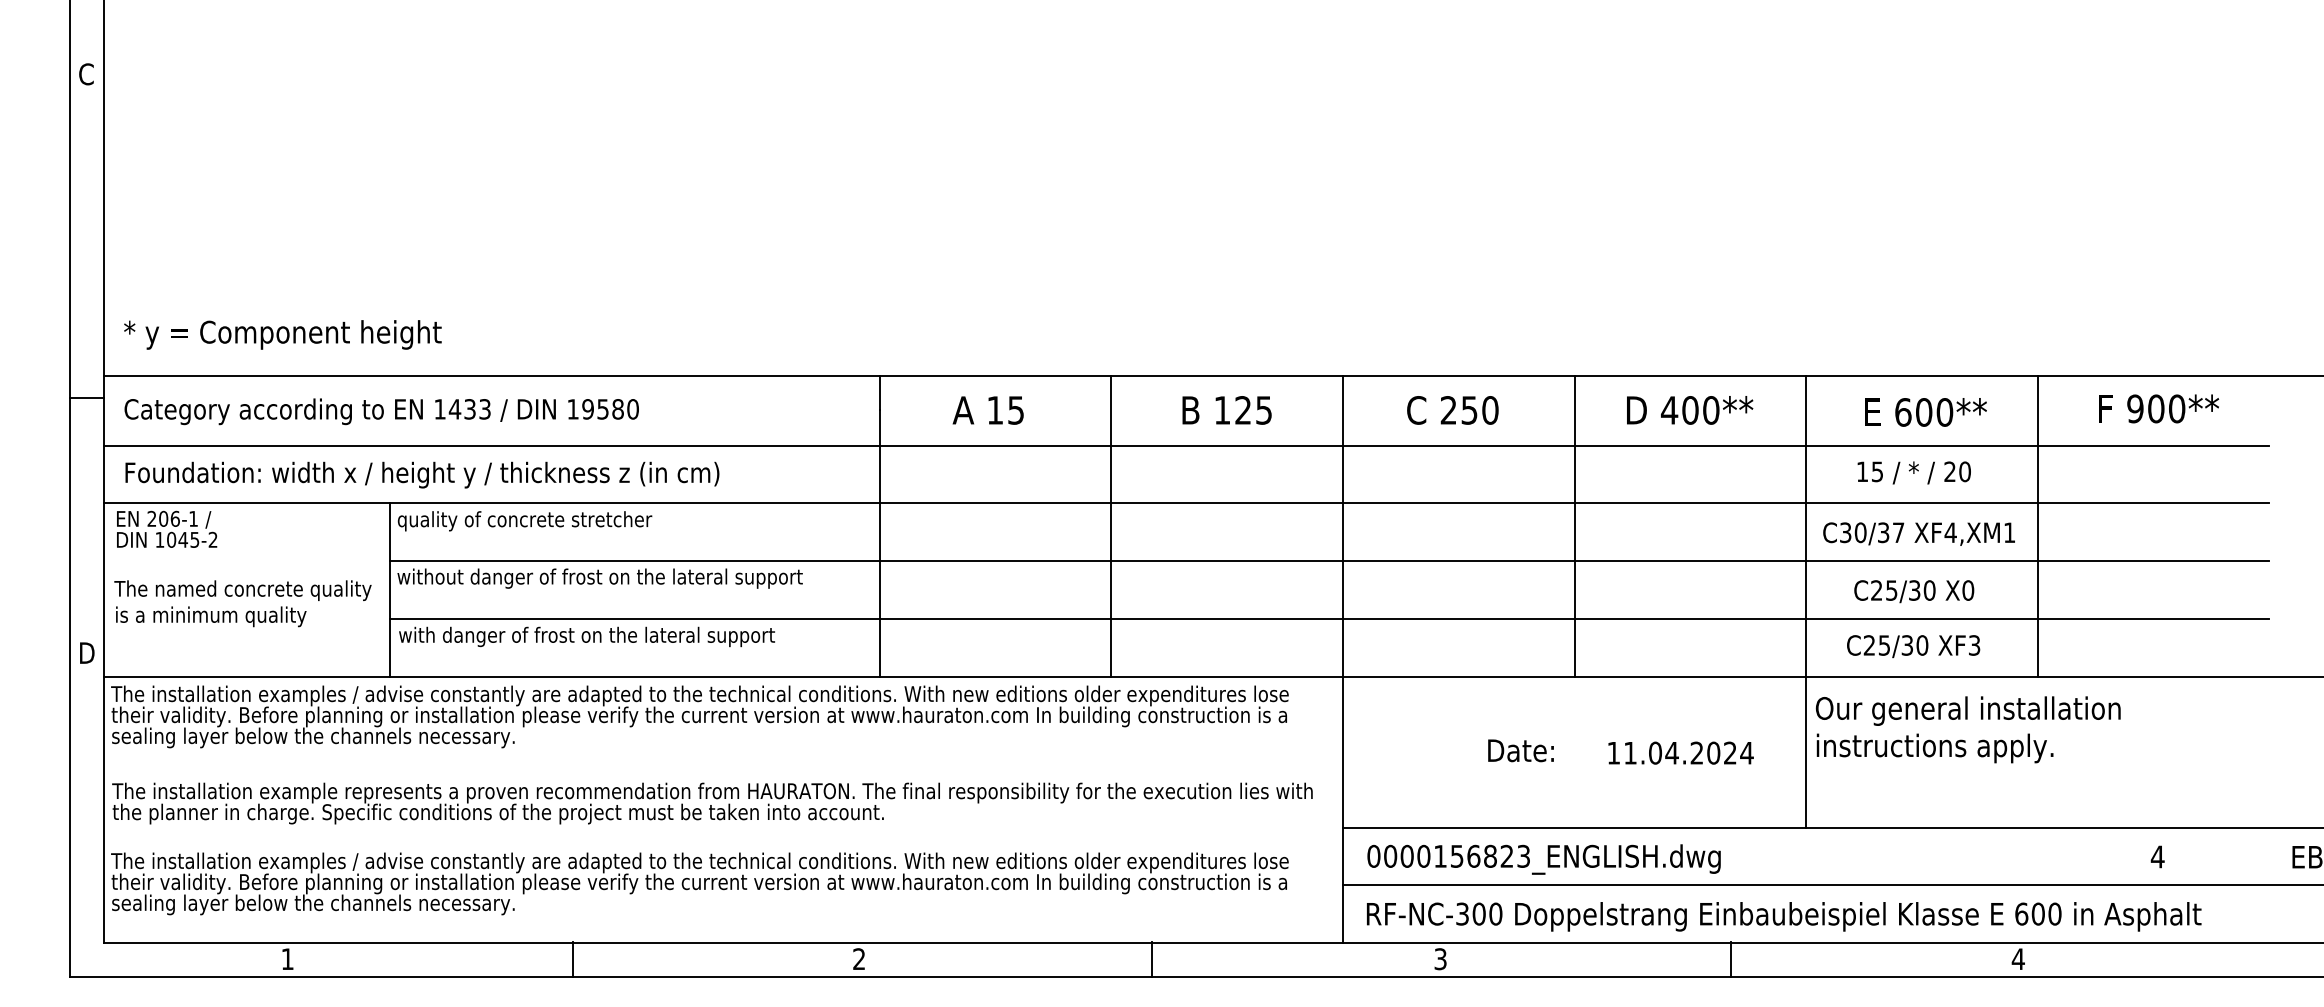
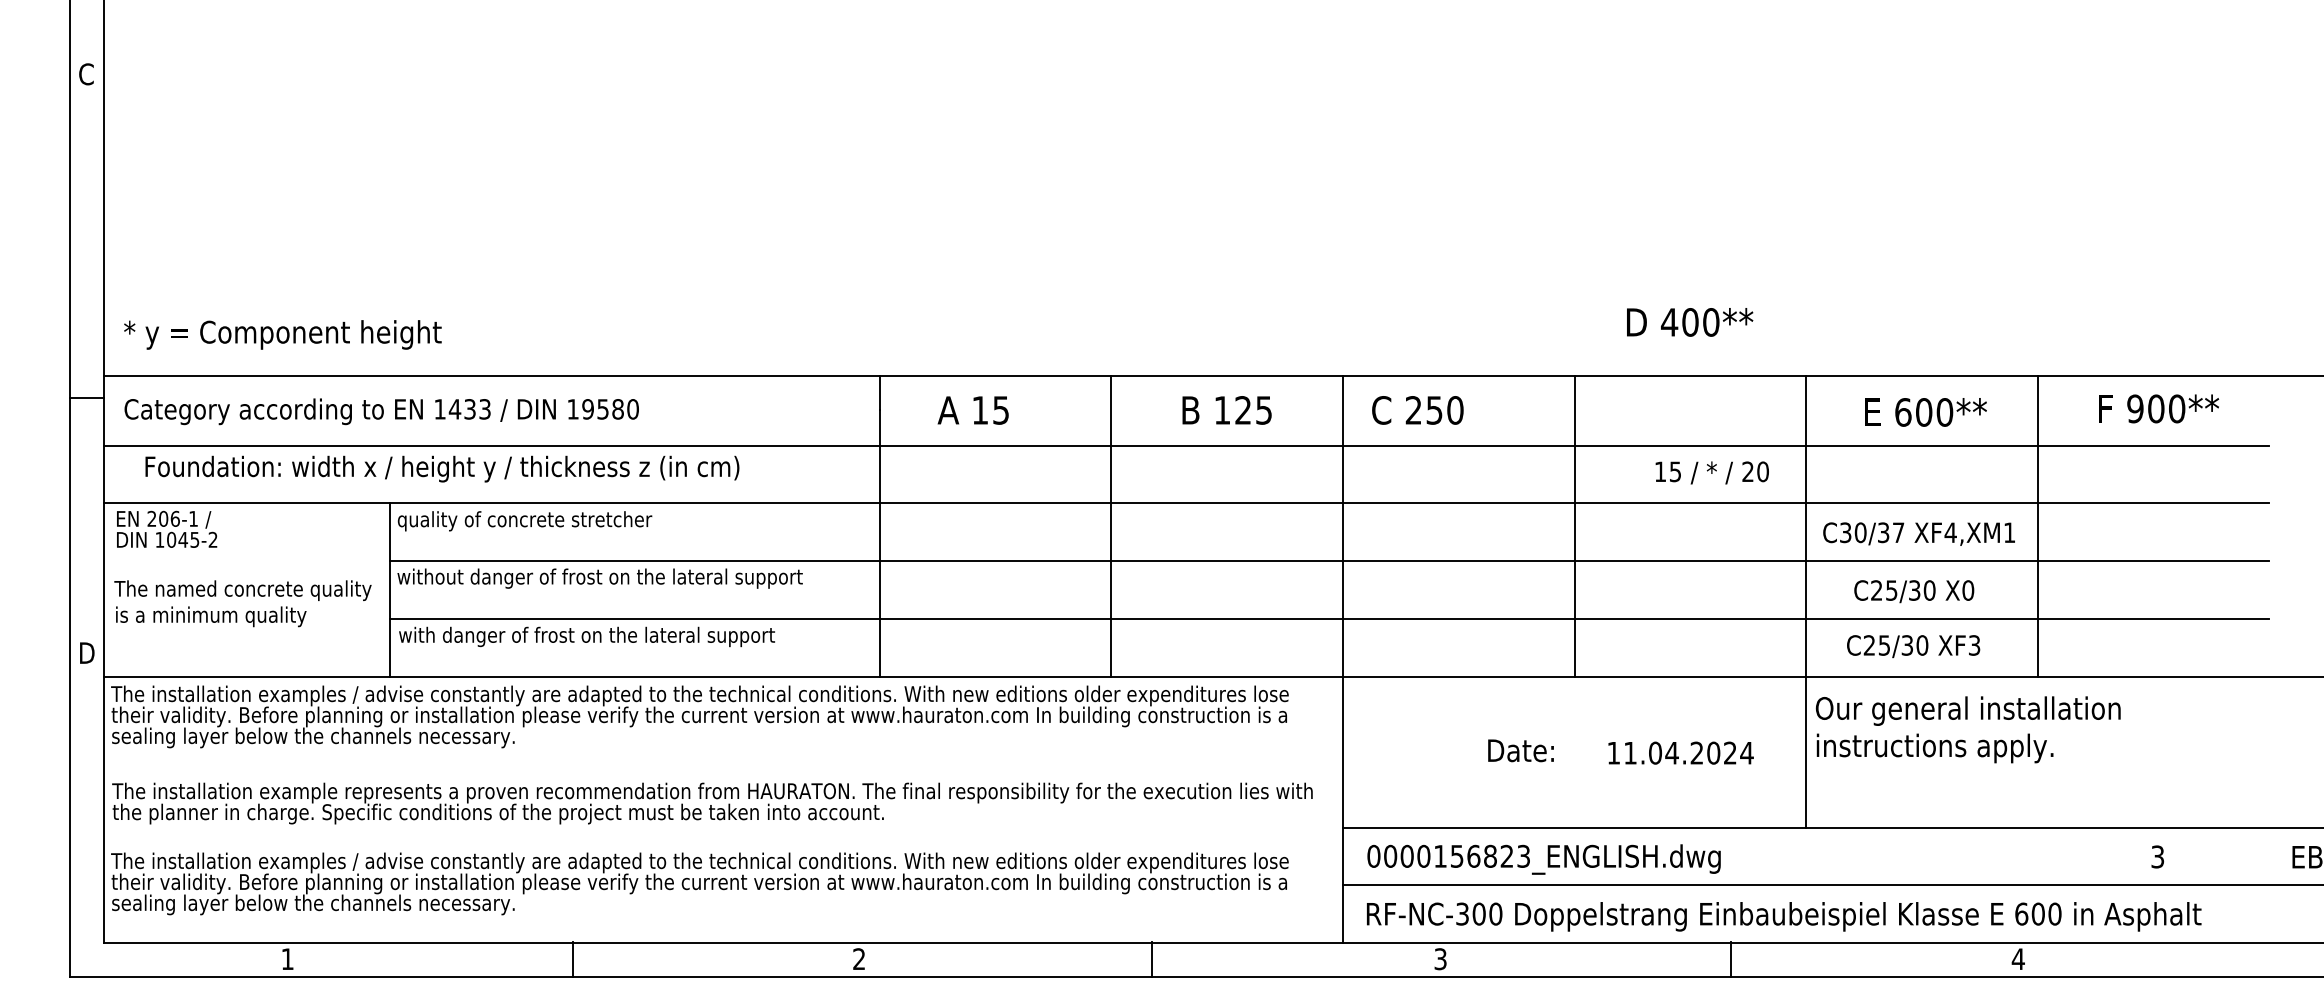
text at (987, 410) position: (987, 410) -> (972, 410)
text at (1452, 410) position: (1452, 410) -> (1417, 410)
text at (1690, 410) position: (1690, 410) -> (1690, 322)
text at (1913, 472) position: (1913, 472) -> (1711, 472)
text at (422, 474) position: (422, 474) -> (442, 468)
text at (2157, 856): 4 -> 3
